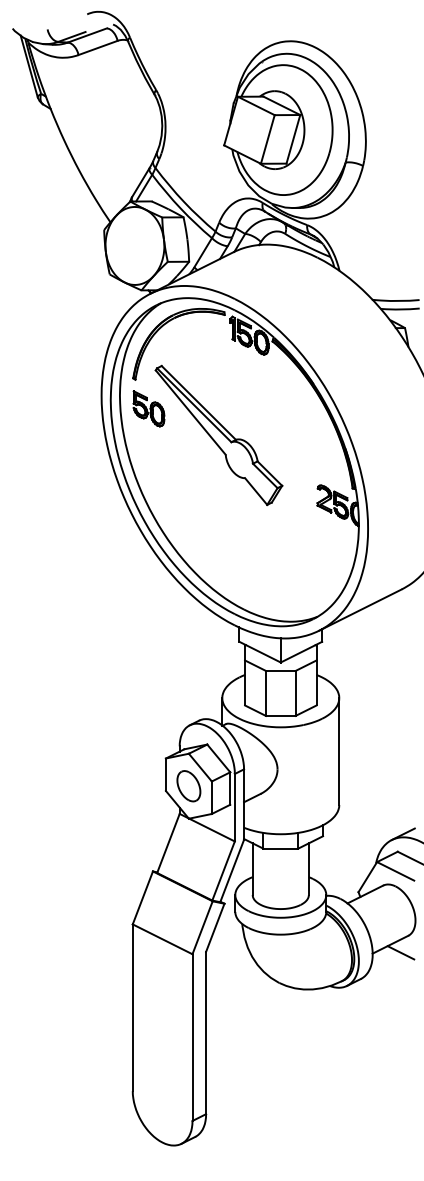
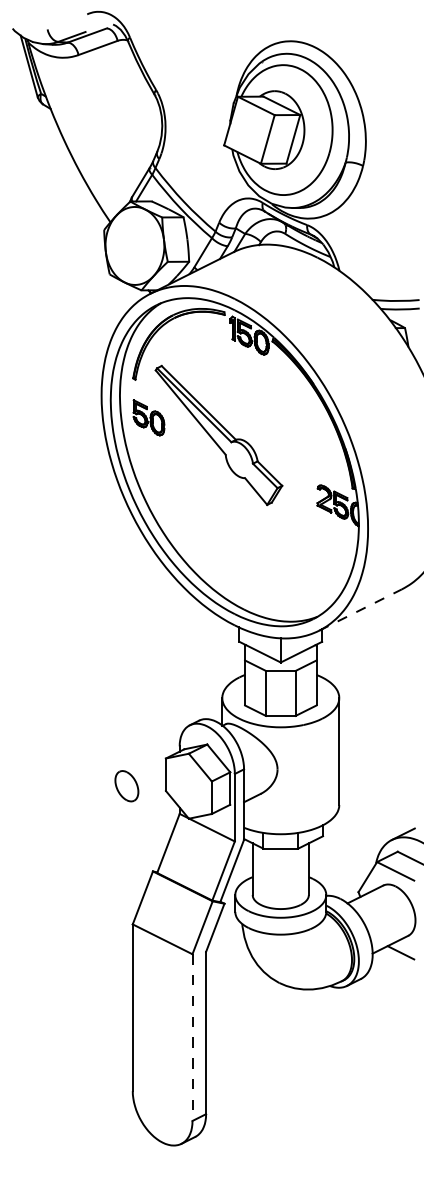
part at (148, 408) position: (148, 408) -> (148, 417)
line at (360, 609): solid -> dashed
part at (188, 786) position: (188, 786) -> (126, 786)
line at (192, 1038): solid -> dashed
